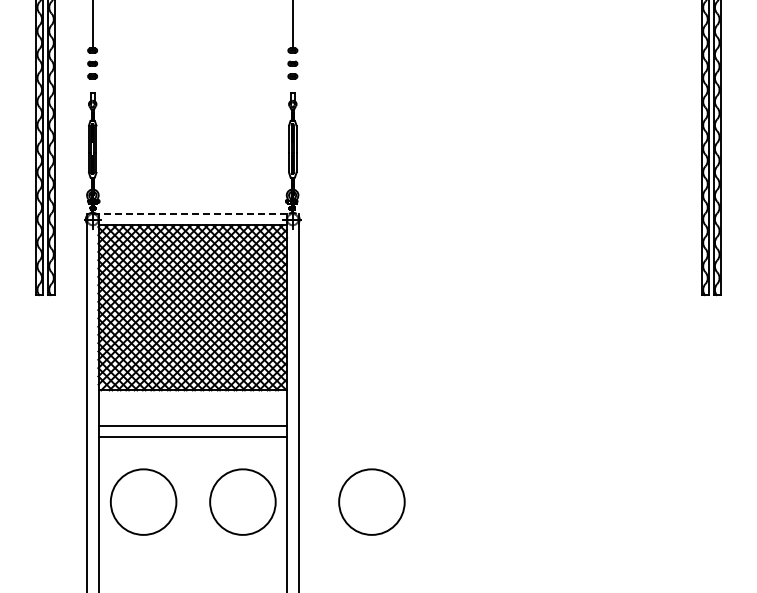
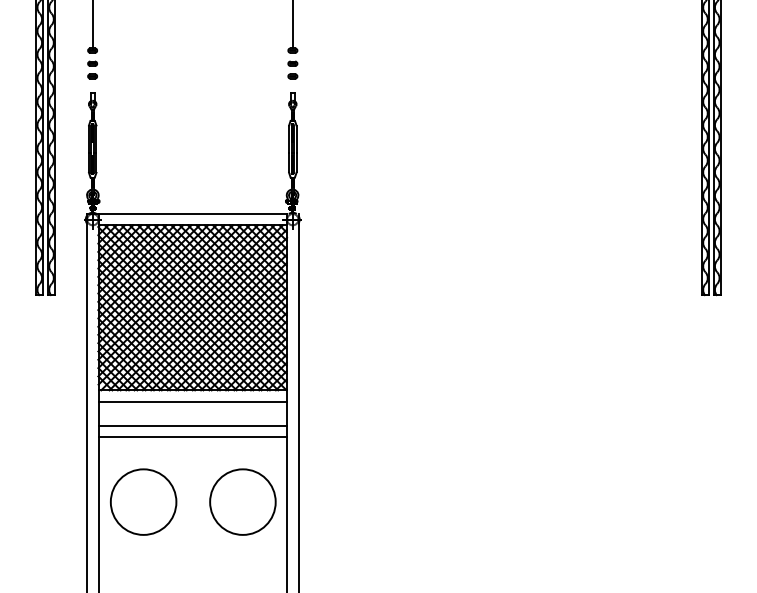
line at (186, 213): dashed -> solid
line at (192, 402): none -> present
circle at (371, 501): present -> none
